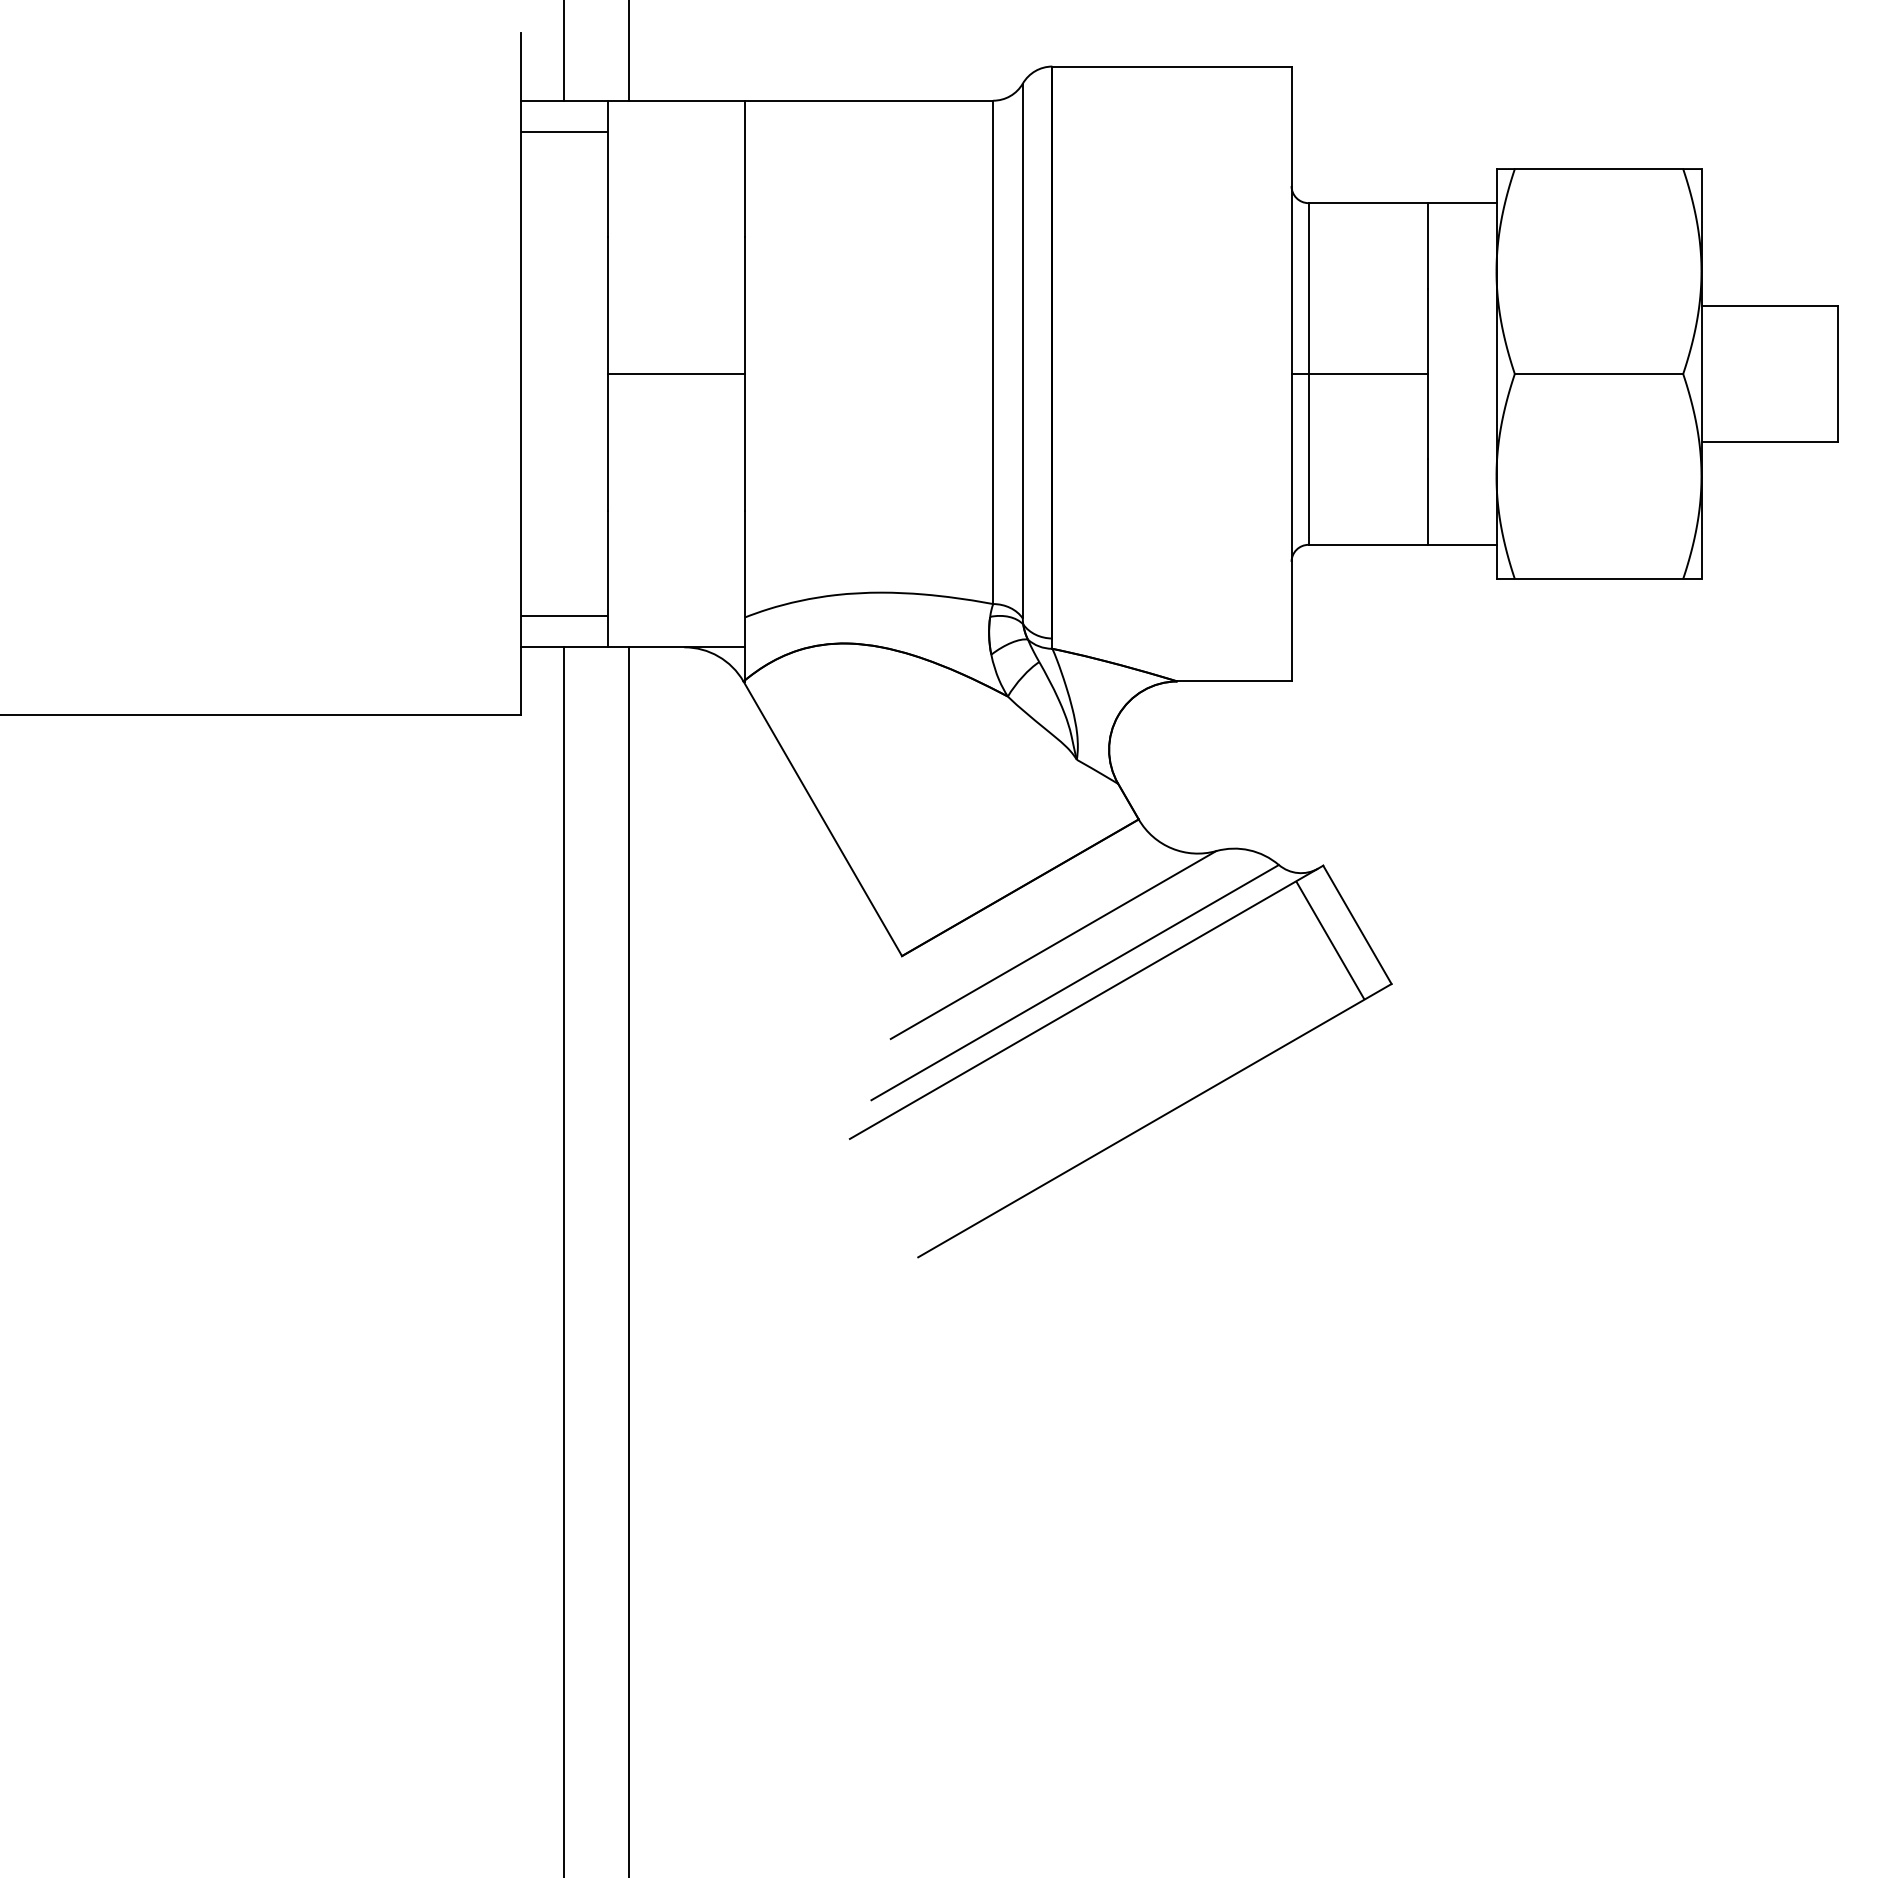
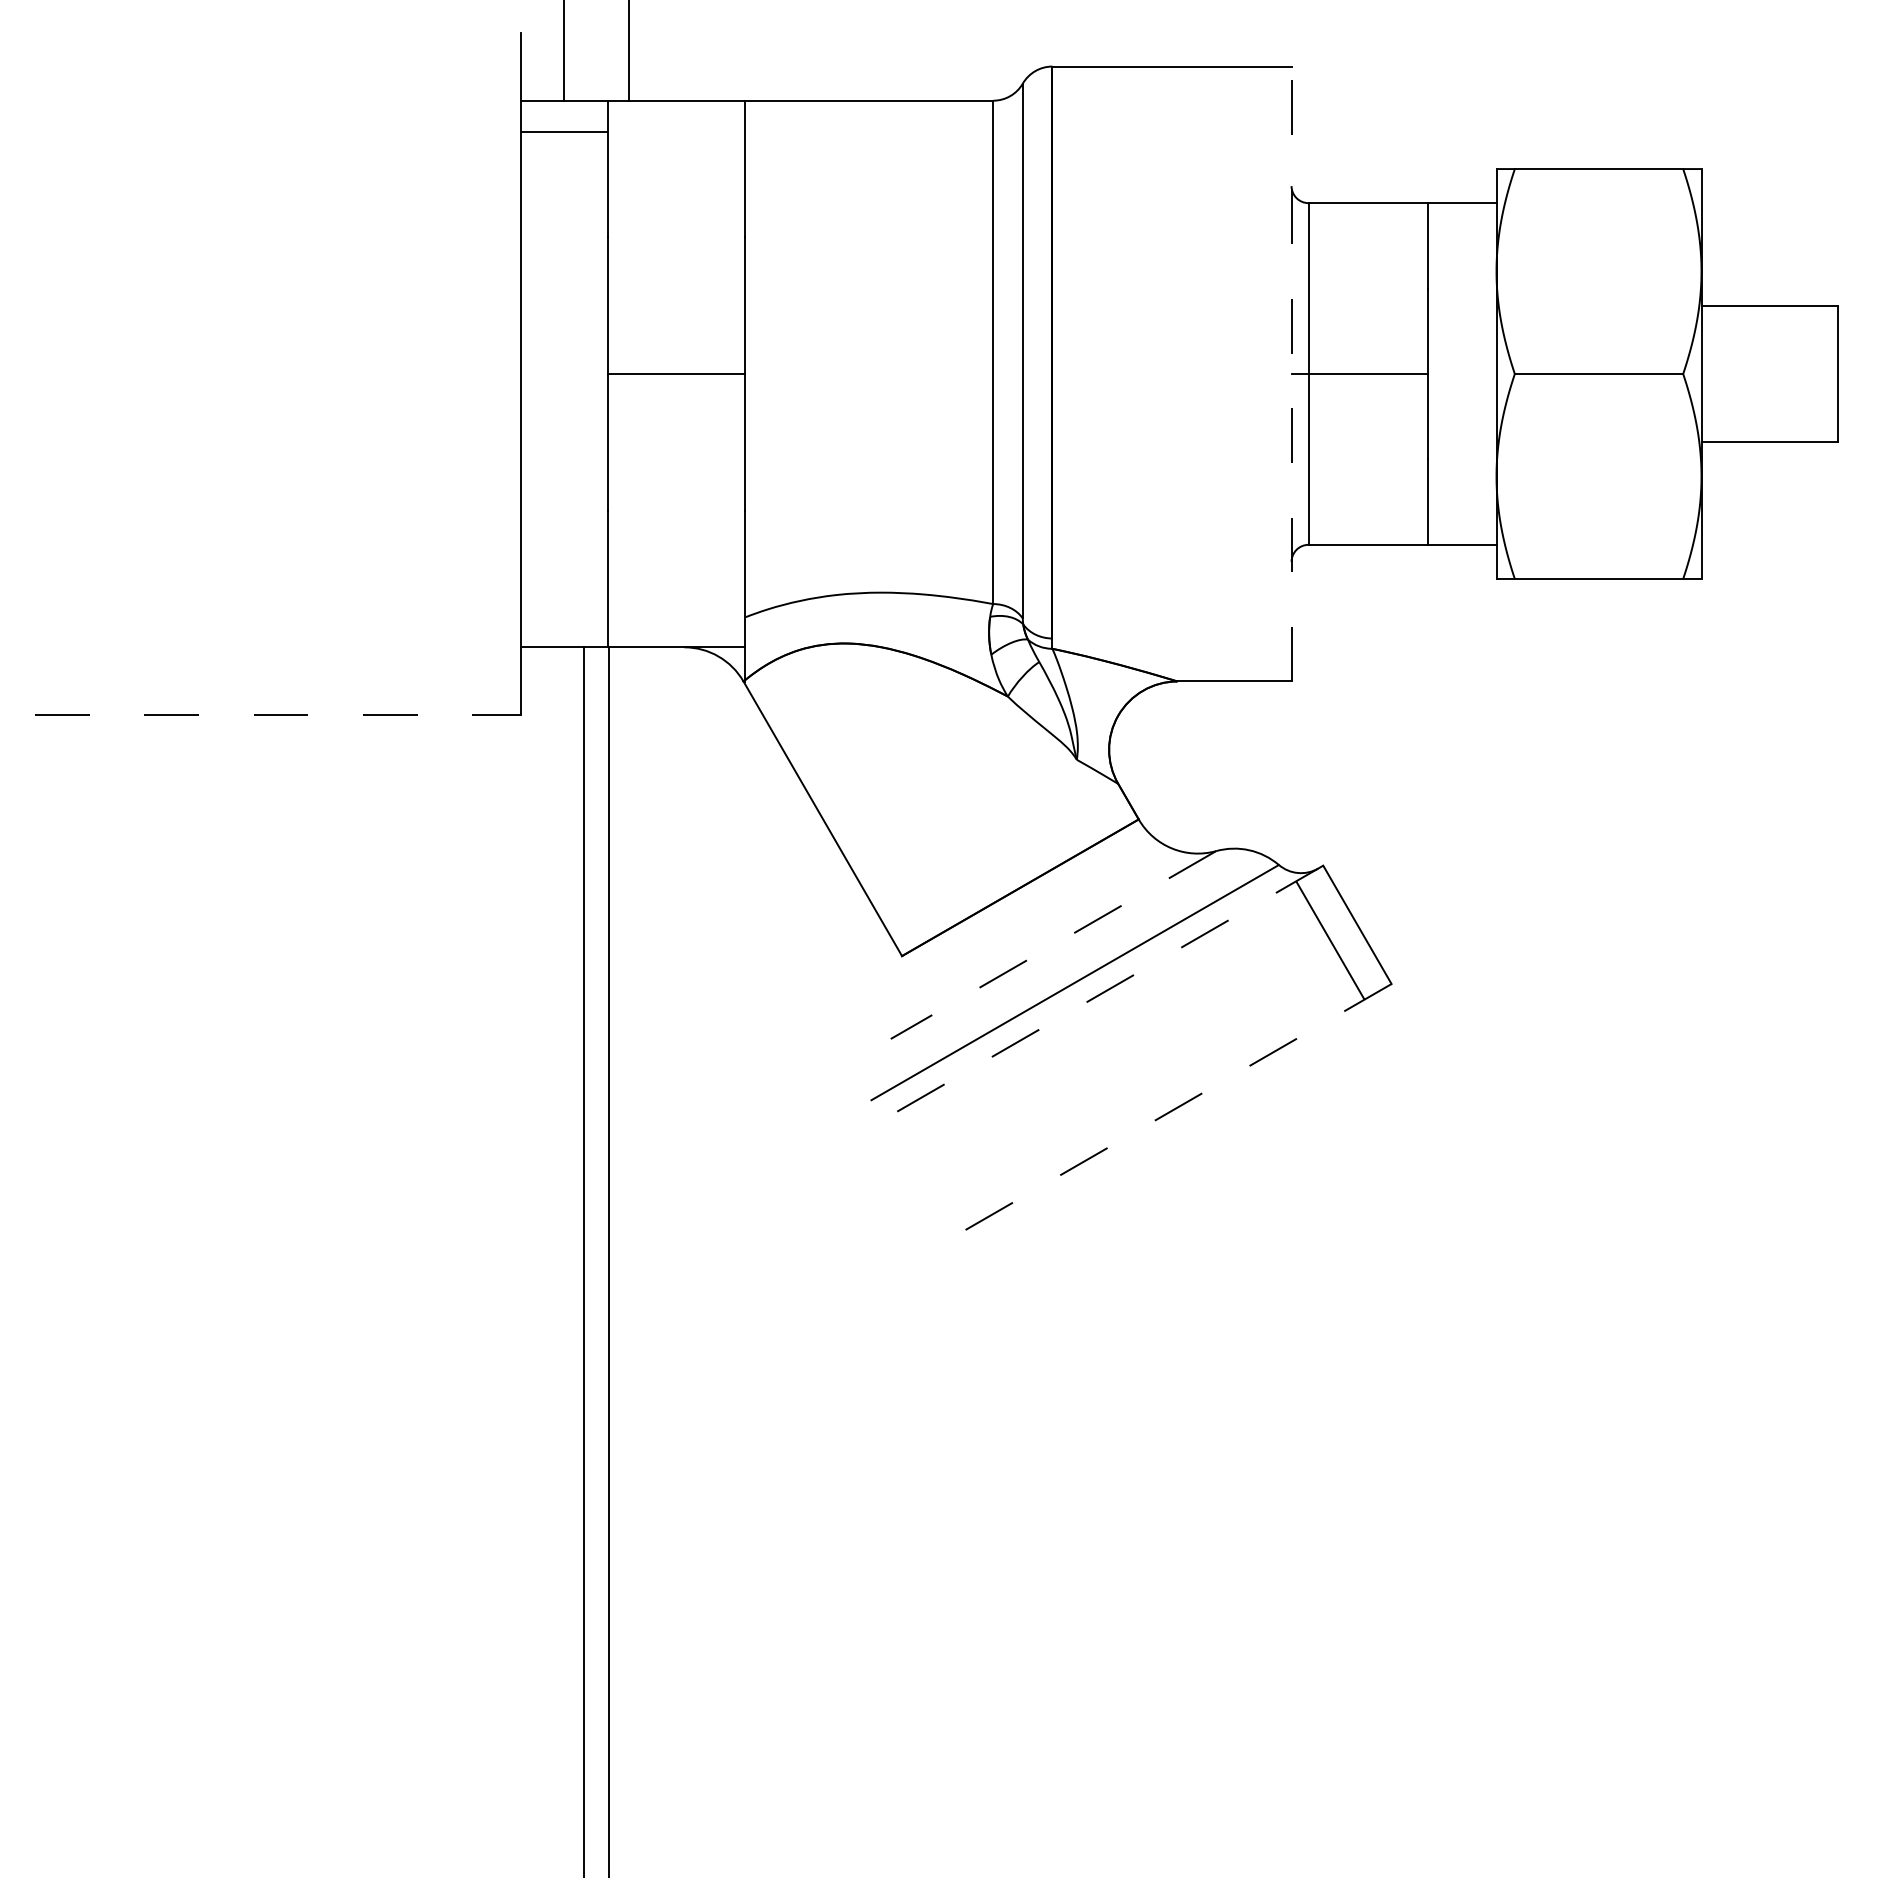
line at (1291, 373): solid -> dashed
line at (564, 616): present -> none
line at (261, 714): solid -> dashed
line at (1053, 945): solid -> dashed
line at (1086, 1002): solid -> dashed
line at (1154, 1120): solid -> dashed
line at (564, 1260) position: (564, 1260) -> (584, 1260)
line at (628, 1260) position: (628, 1260) -> (608, 1260)
